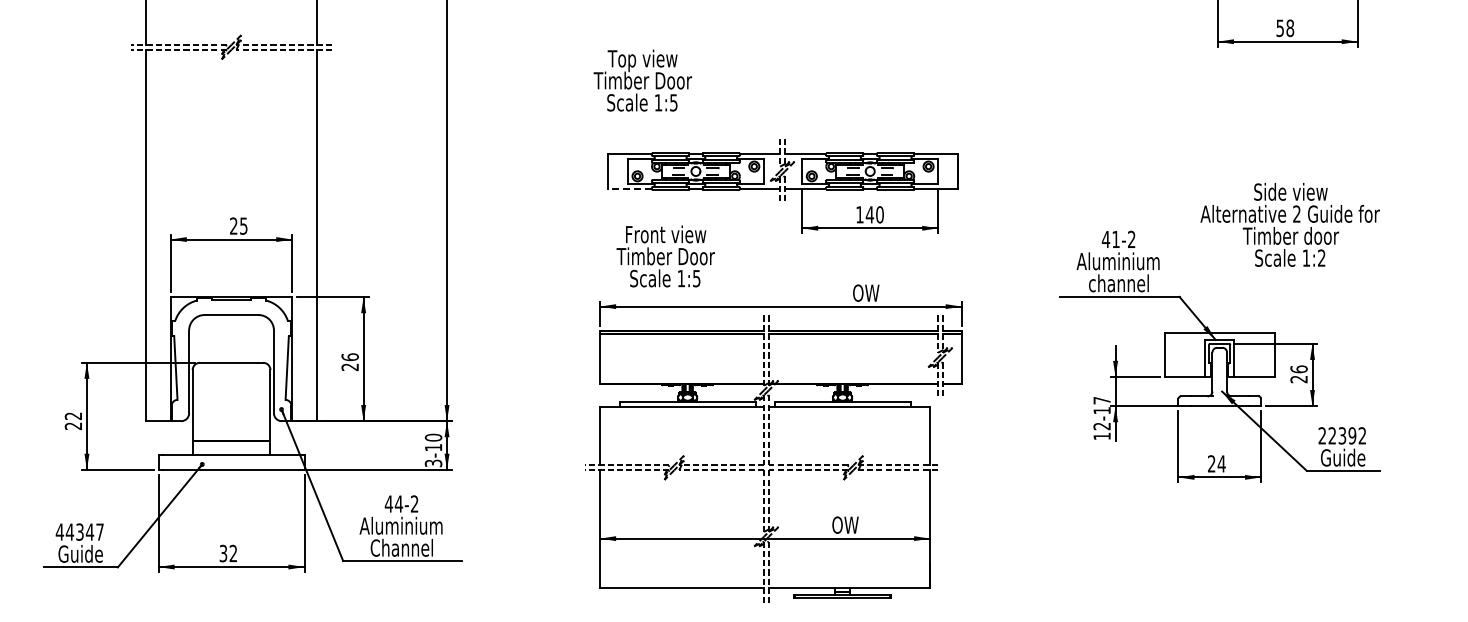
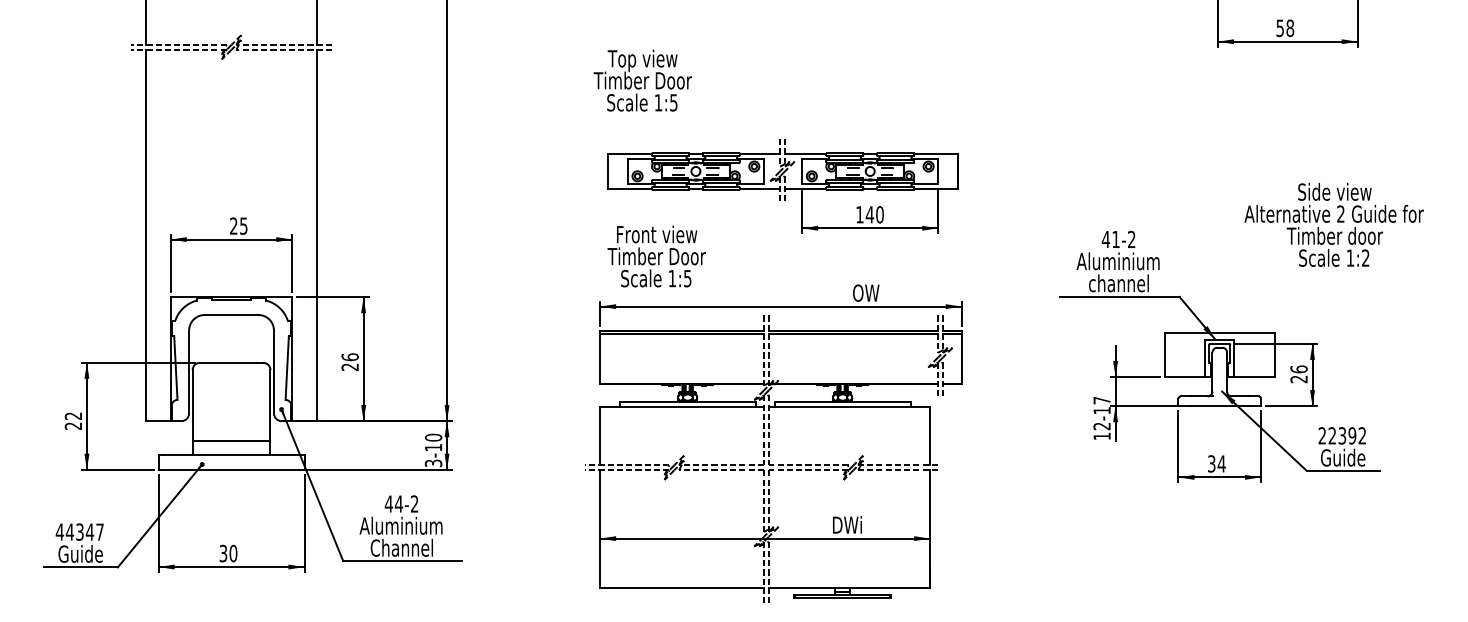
line at (630, 188): dashed -> solid
text at (1289, 224) position: (1289, 224) -> (1333, 224)
text at (665, 256) position: (665, 256) -> (656, 256)
text at (1211, 463): 24 -> 34
text at (846, 524): OW -> DWi
text at (233, 553): 32 -> 30
